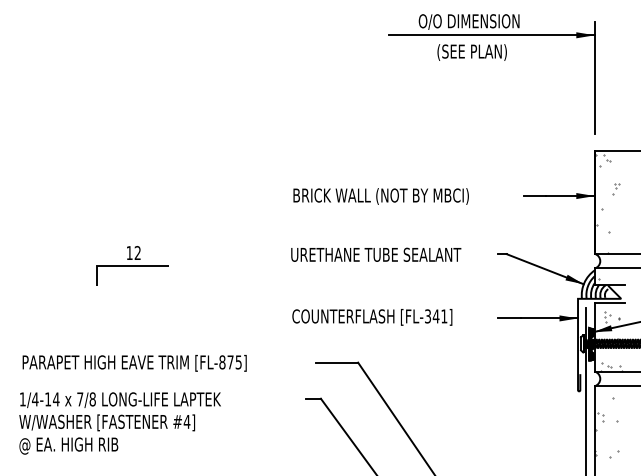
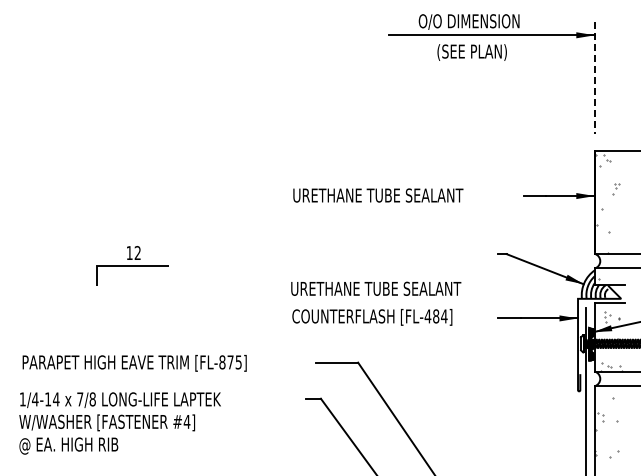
line at (594, 78): solid -> dashed
text at (380, 196): BRICK WALL (NOT BY MBCI) -> URETHANE TUBE SEALANT
text at (376, 254) position: (376, 254) -> (376, 288)
text at (435, 316): [FL-341] -> [FL-484]
